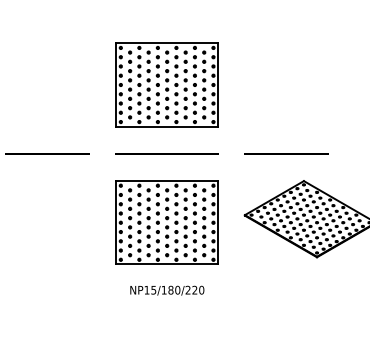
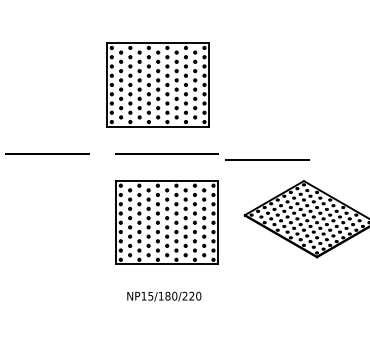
part at (166, 84) position: (166, 84) -> (157, 84)
line at (286, 153) position: (286, 153) -> (267, 159)
text at (167, 290) position: (167, 290) -> (164, 296)
